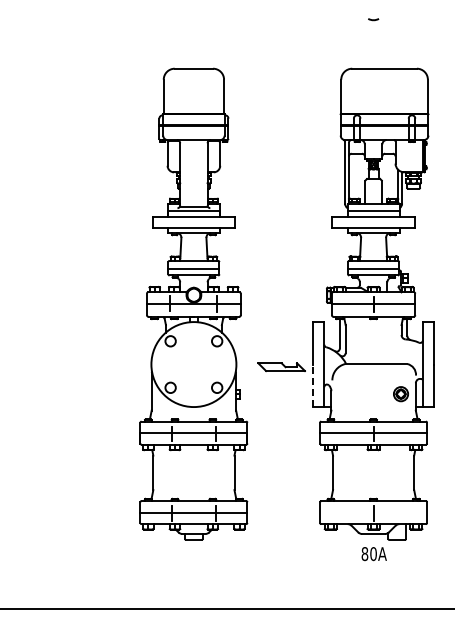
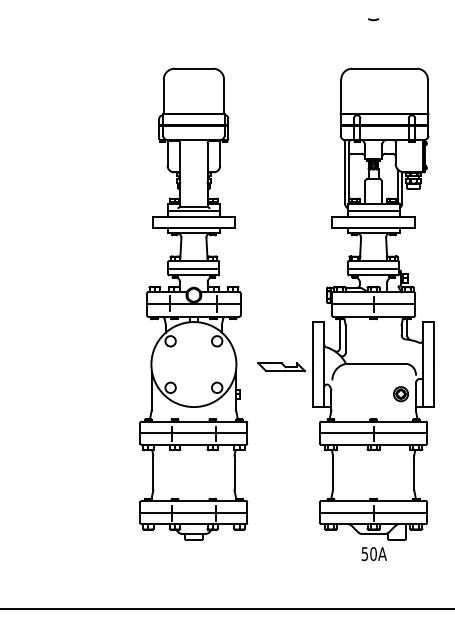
line at (313, 385): dashed -> solid
line at (373, 512): none -> present
text at (364, 554): 80A -> 50A
